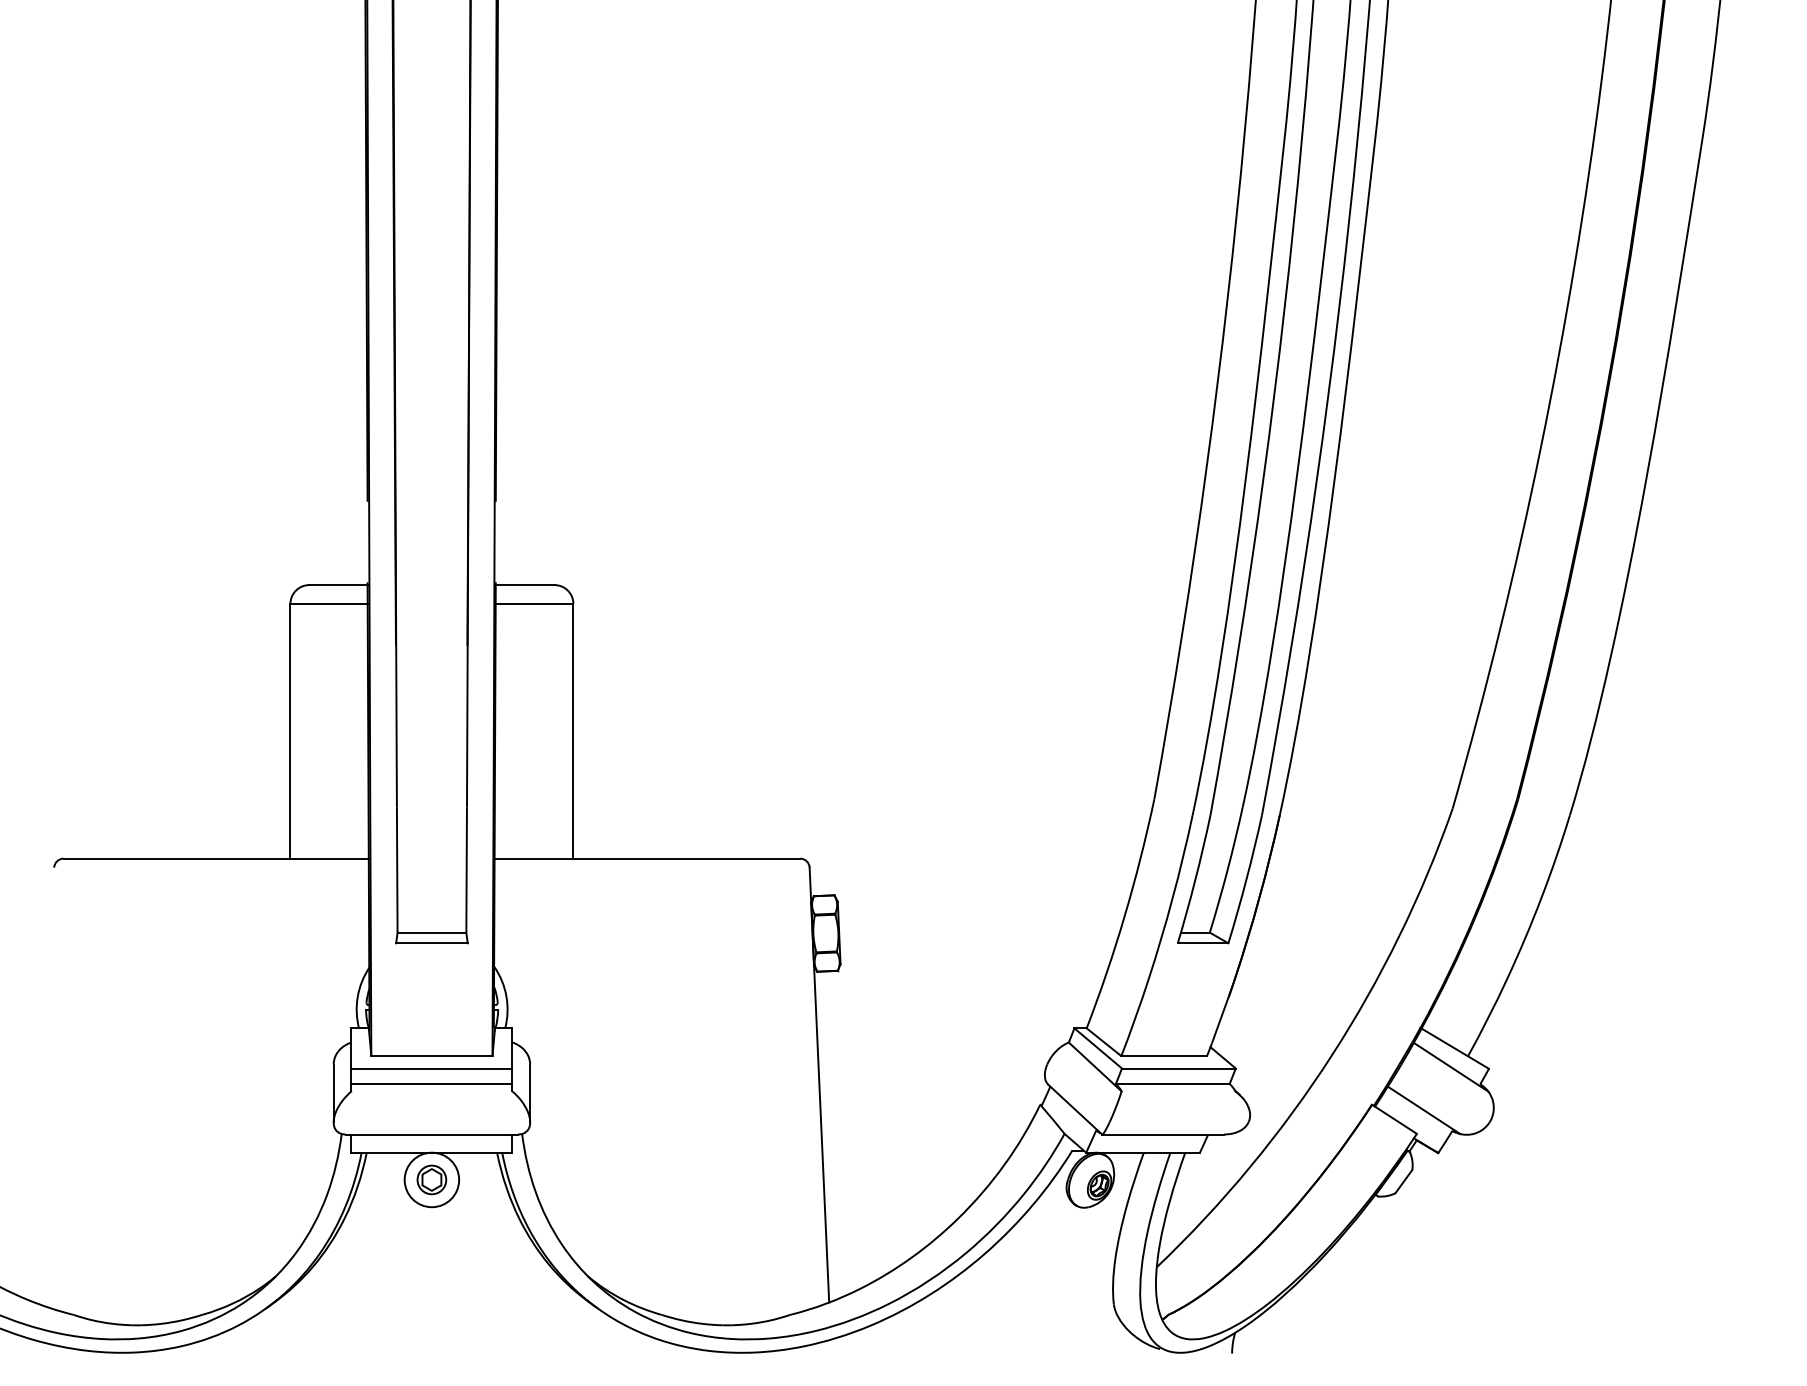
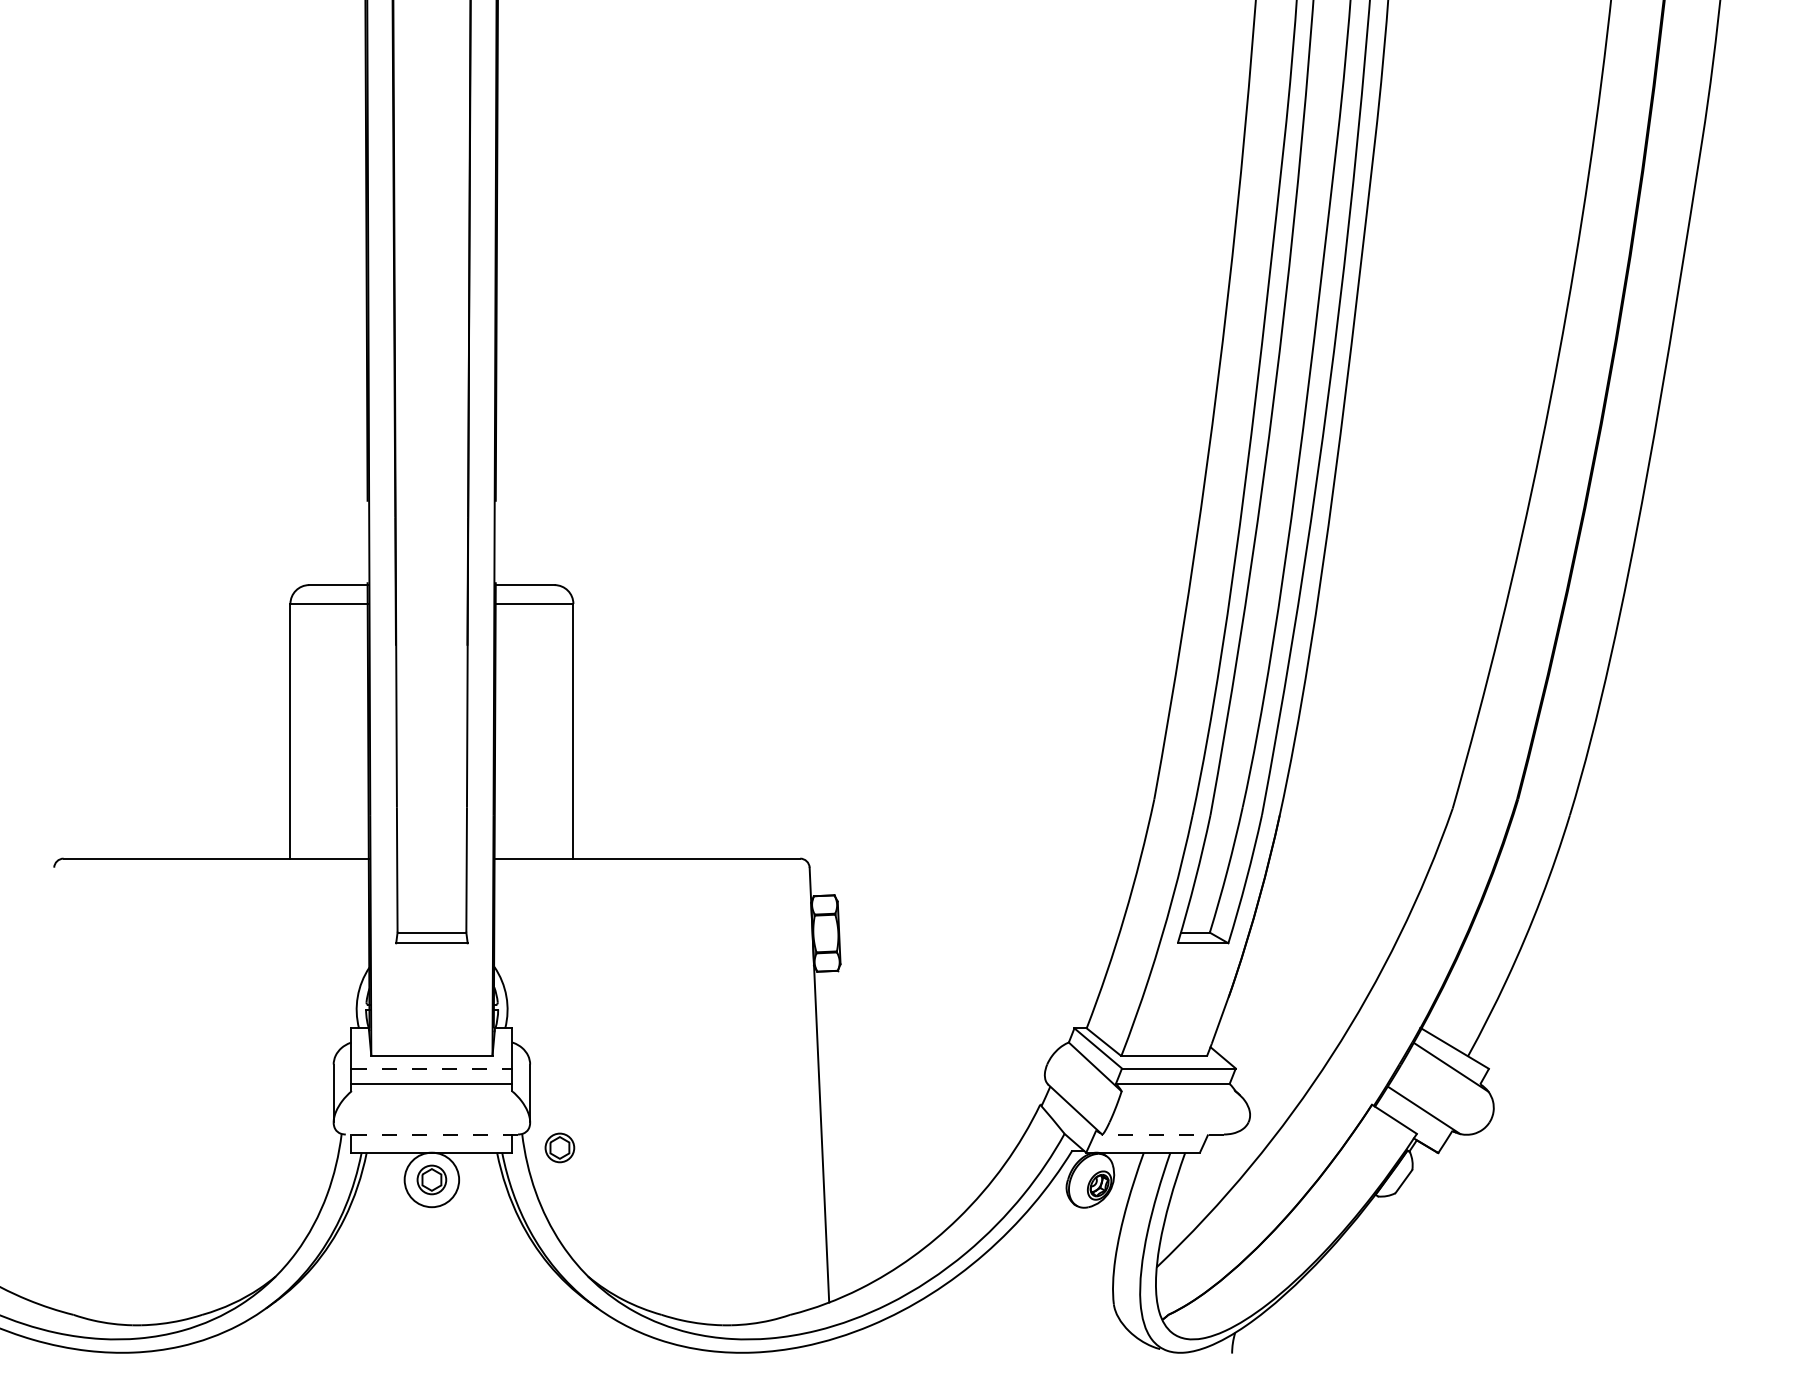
line at (432, 1068): solid -> dashed
line at (431, 1134): solid -> dashed
line at (1163, 1134): solid -> dashed
part at (559, 1147): none -> present
